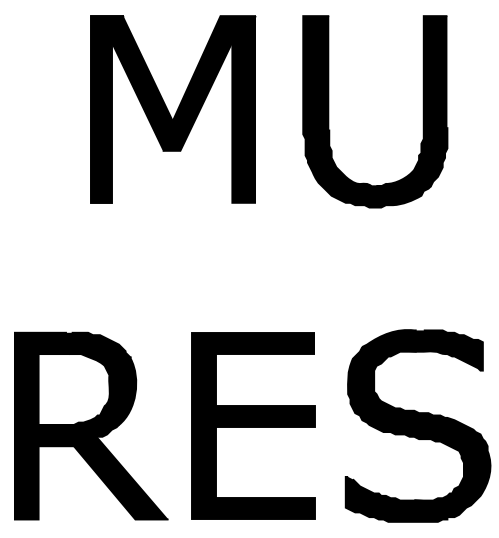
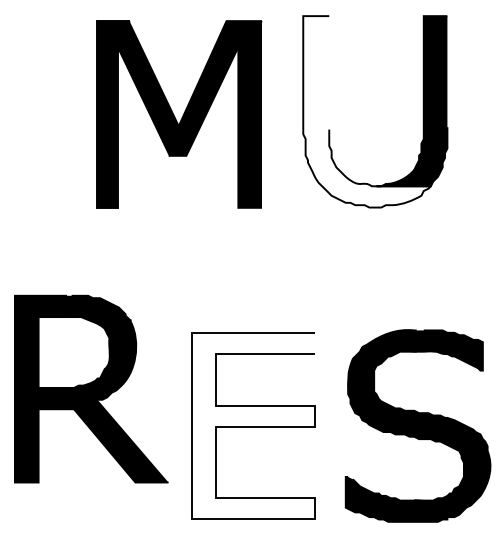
part at (173, 109) position: (173, 109) -> (179, 114)
fill at (366, 111): present -> none
part at (91, 425) position: (91, 425) -> (91, 388)
fill at (253, 425): present -> none
